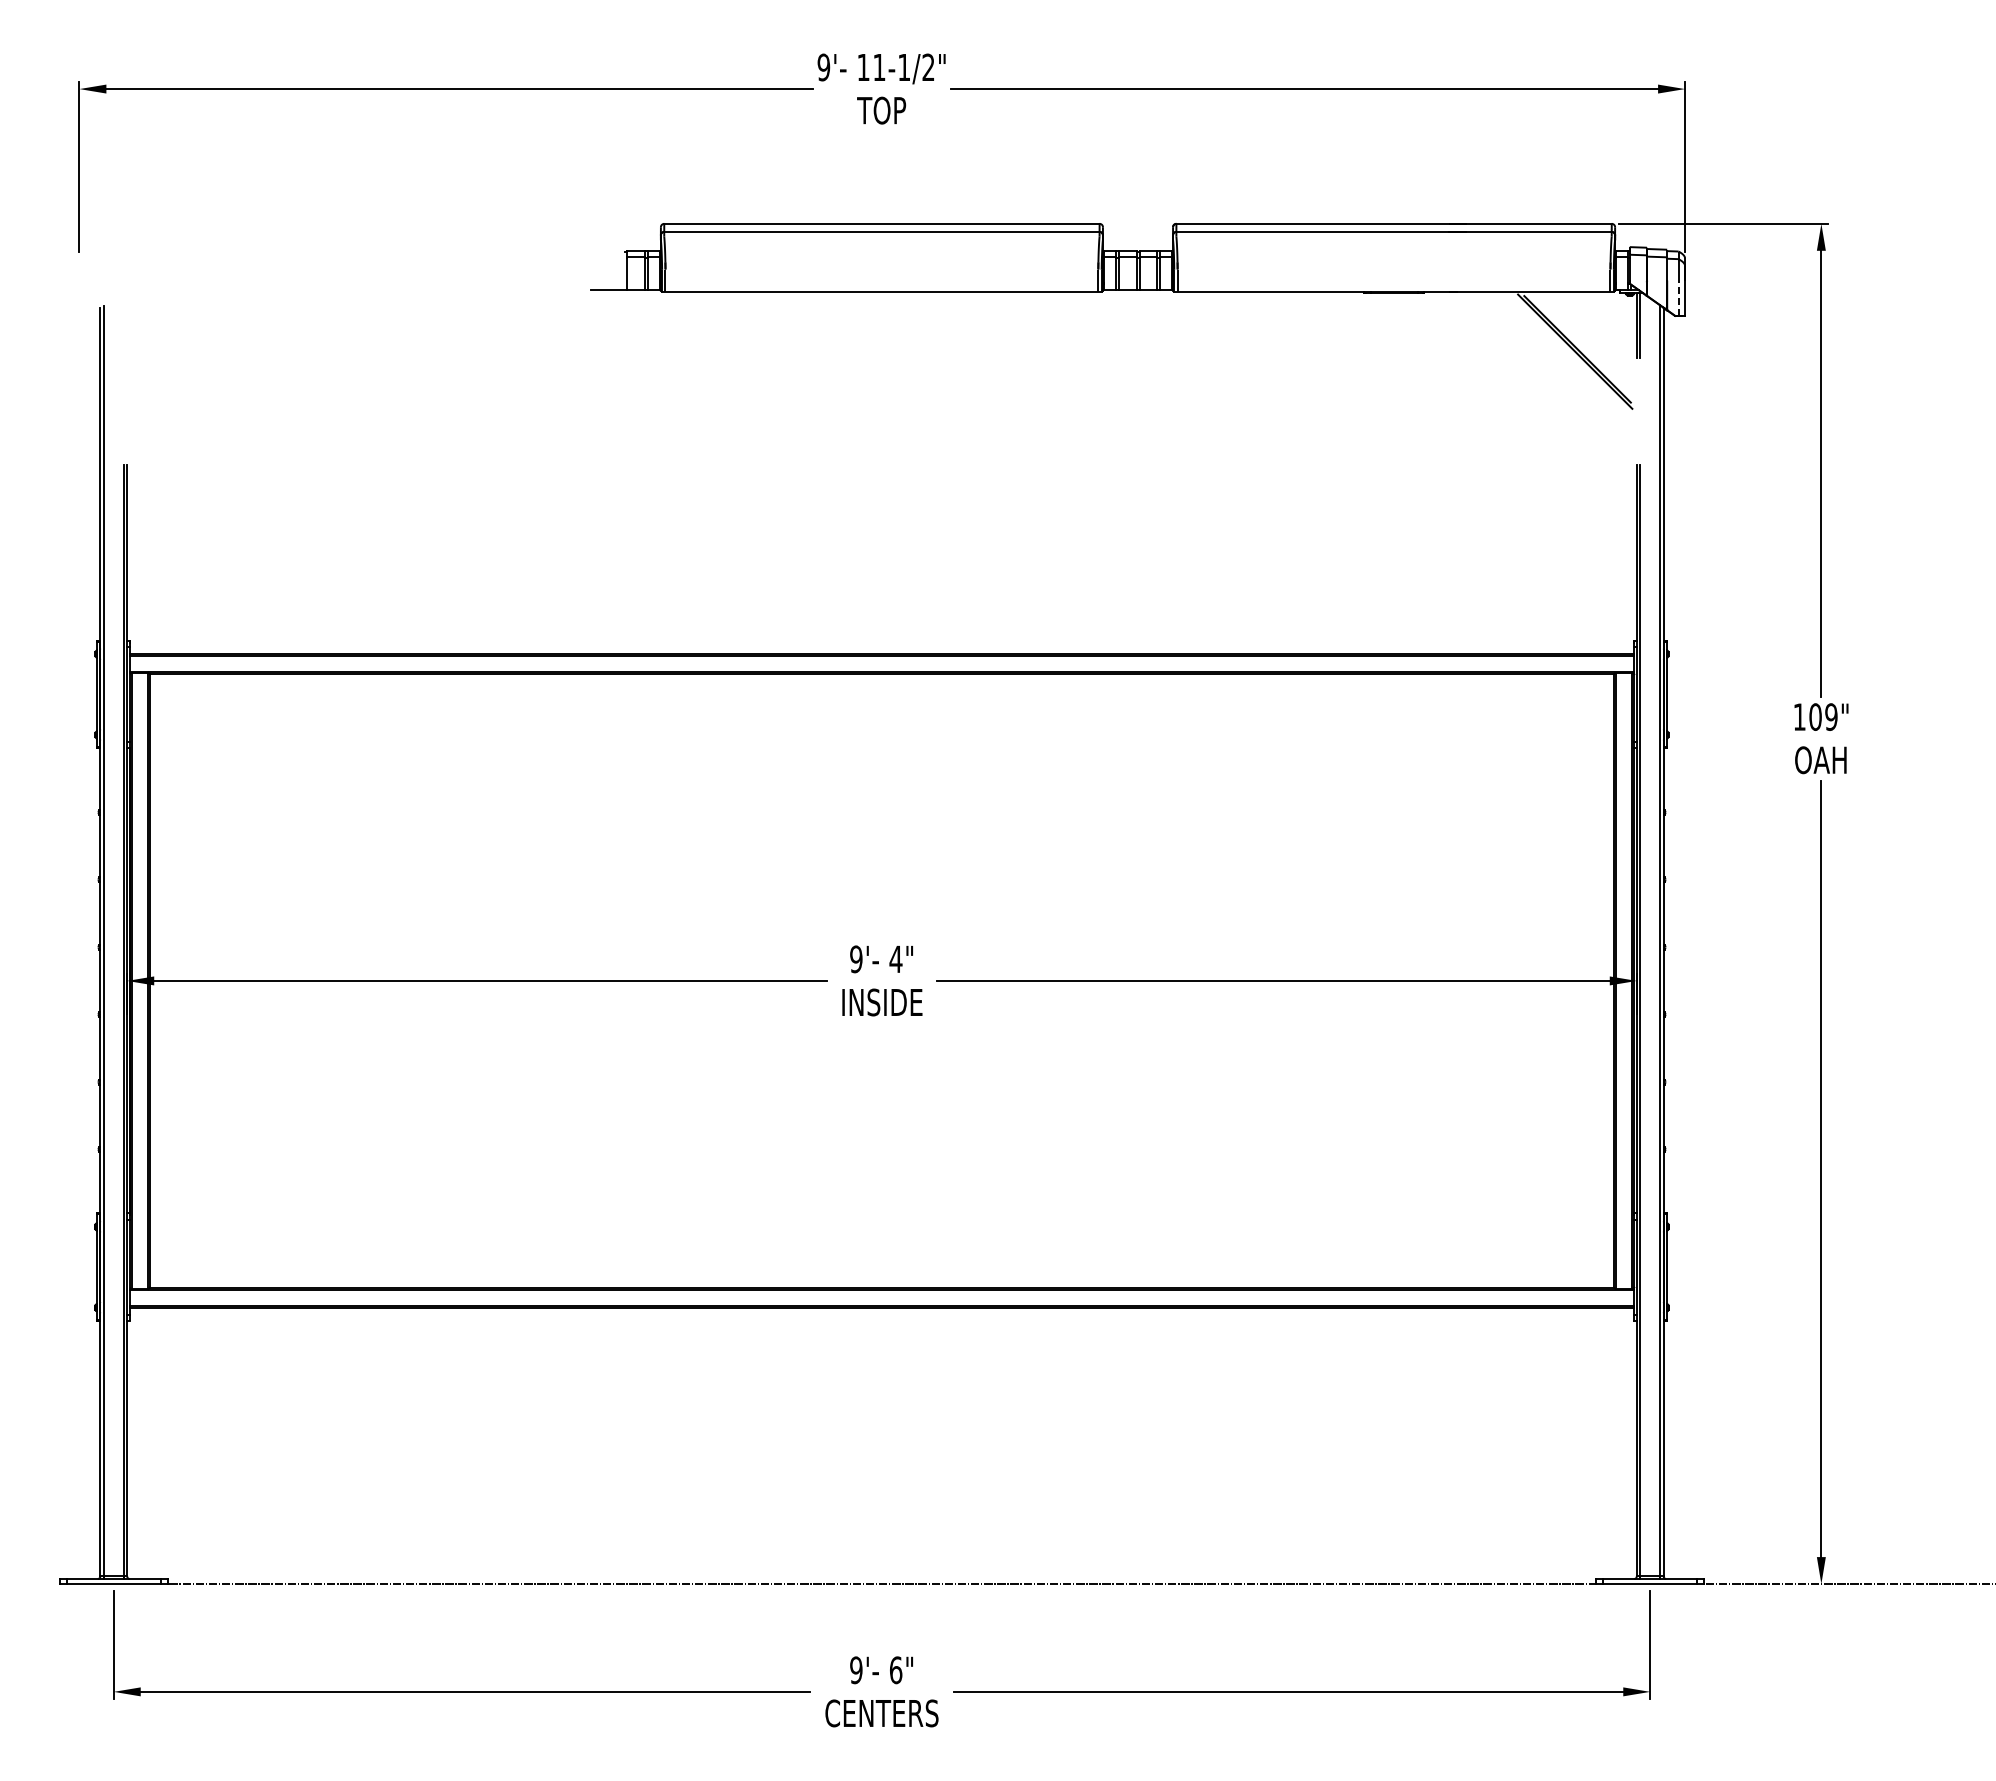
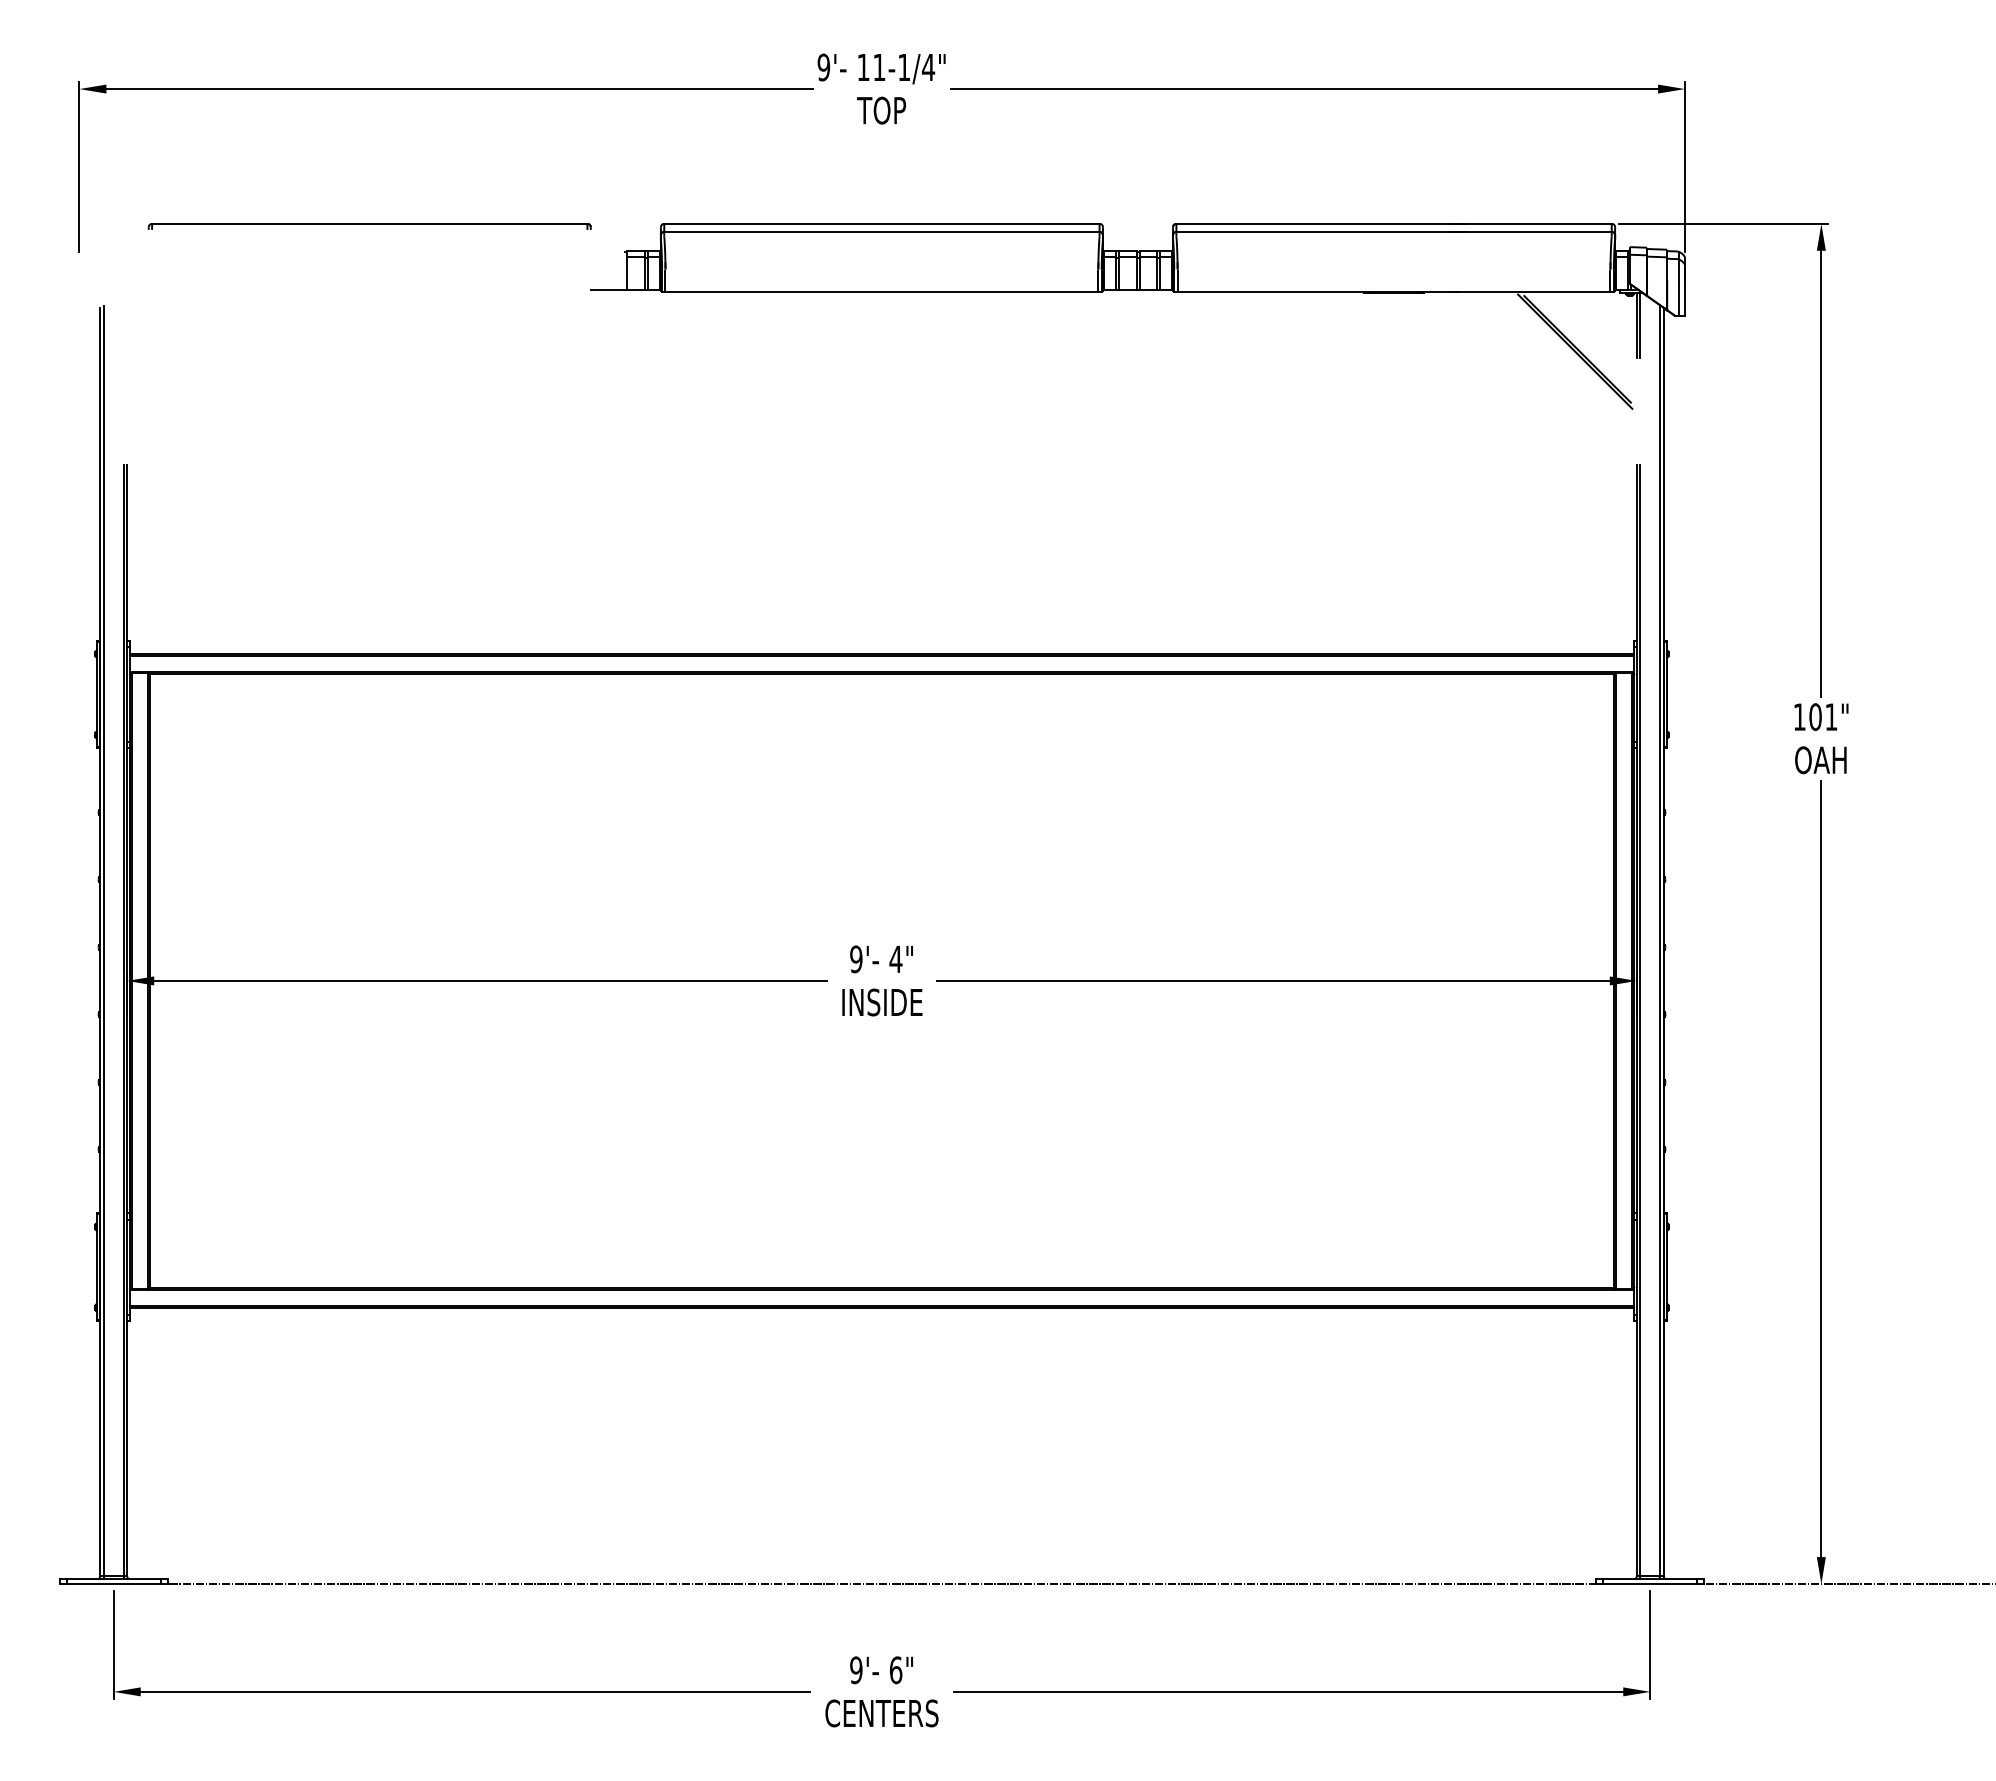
text at (928, 66): 11-1/2" -> 11-1/4"
part at (369, 226): none -> present
line at (1678, 298): dashed -> solid
text at (1831, 716): 109" -> 101"
